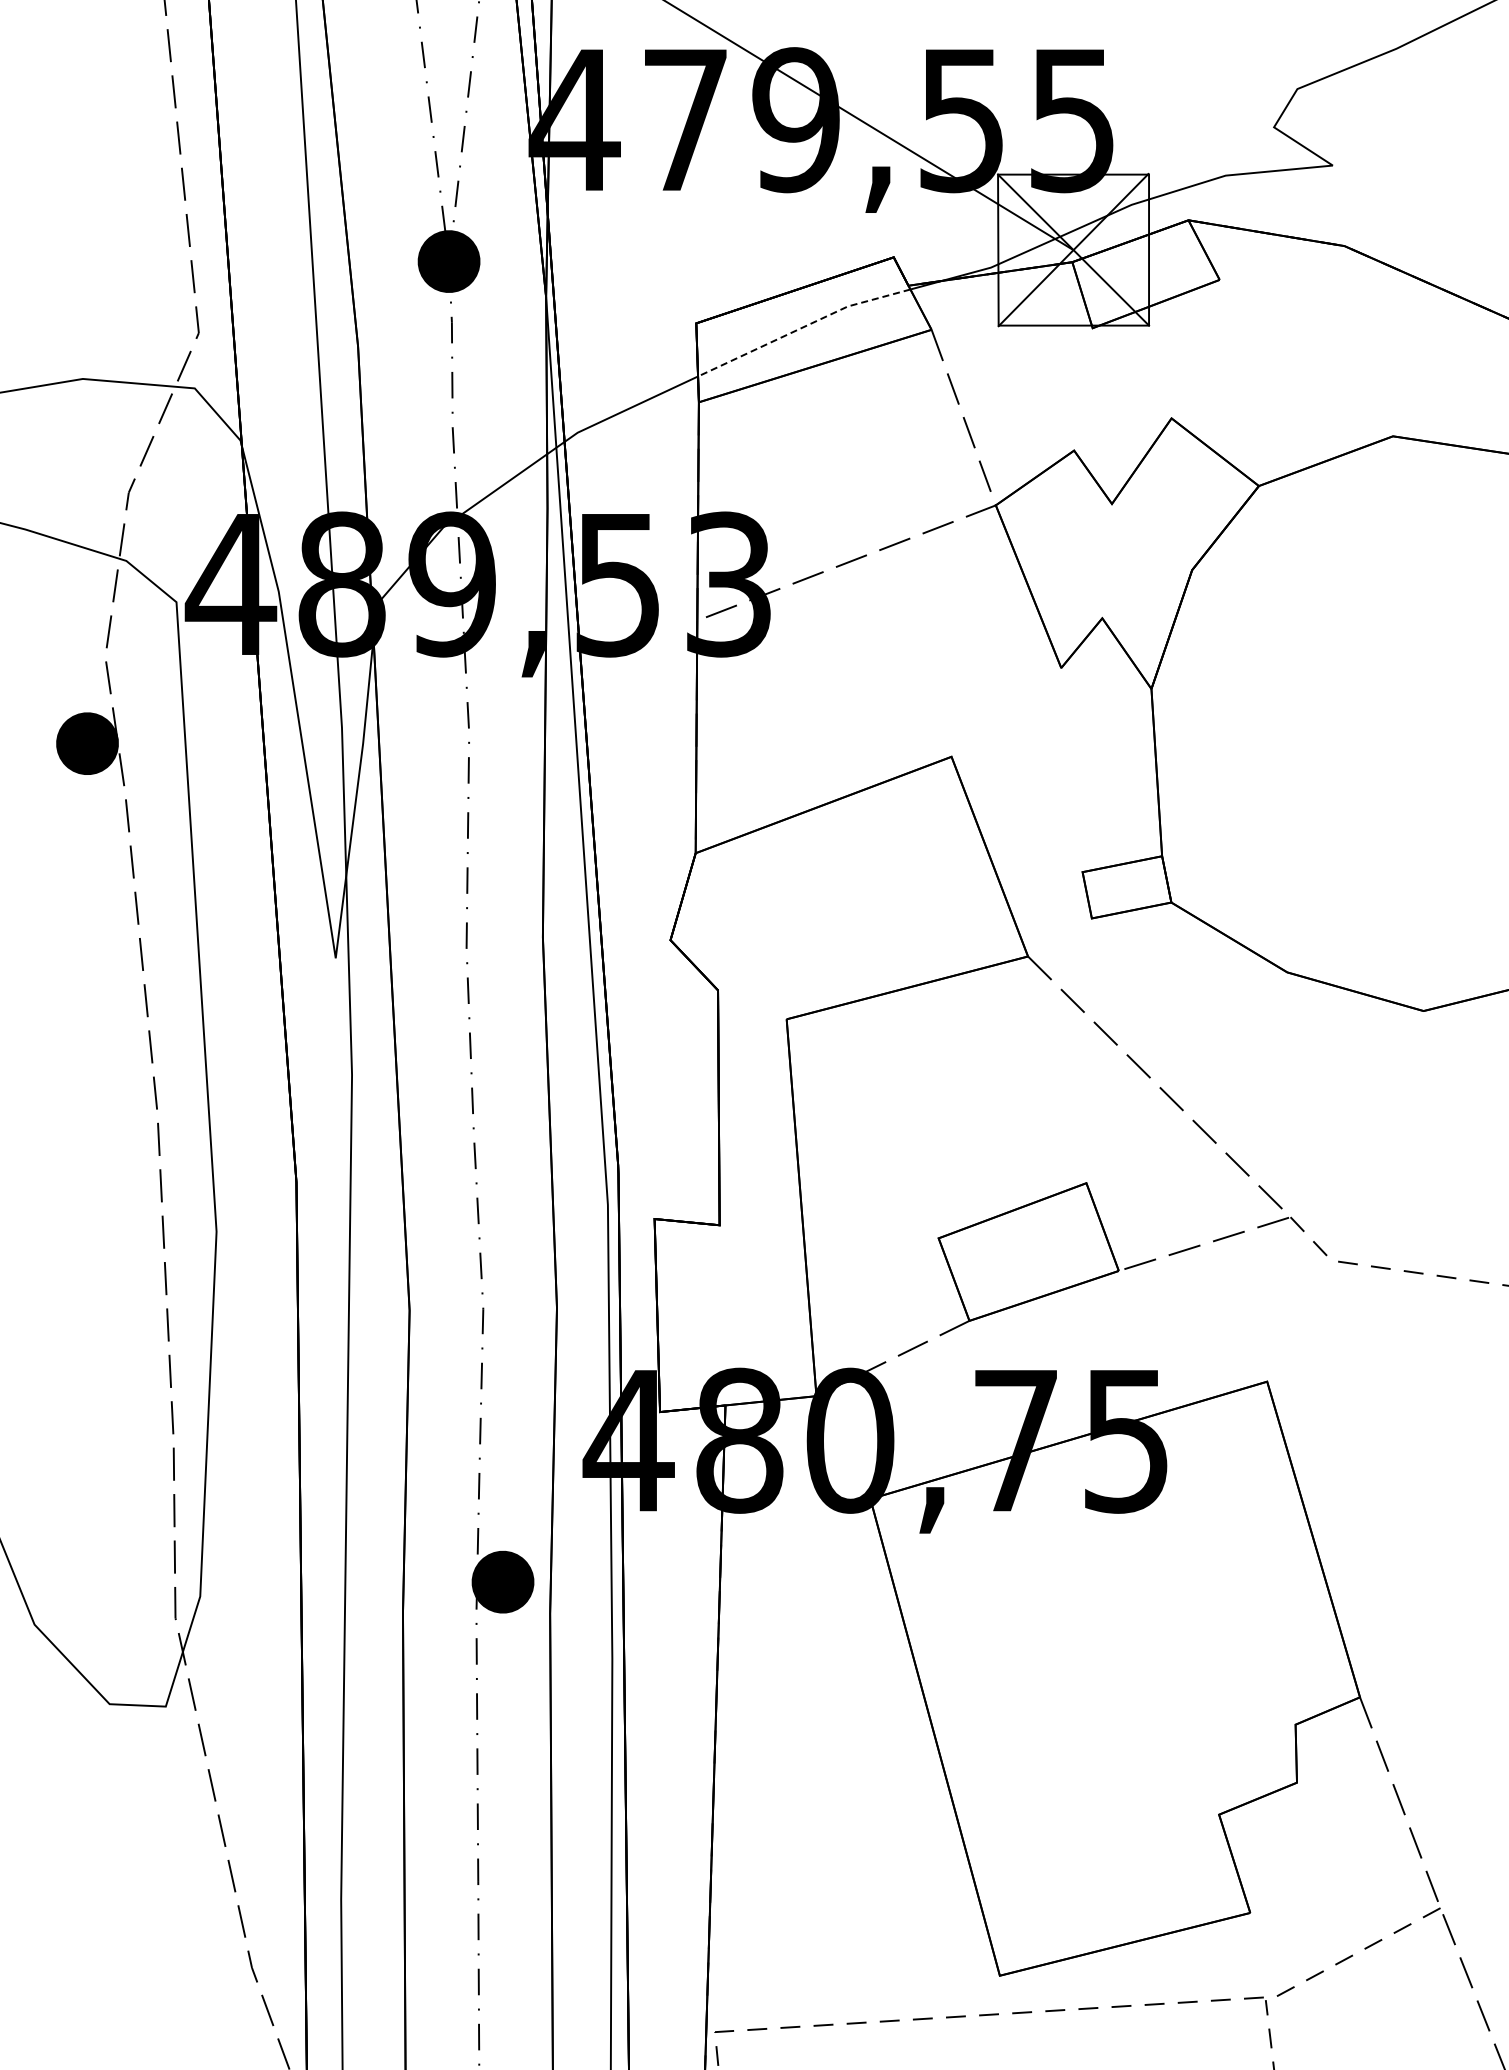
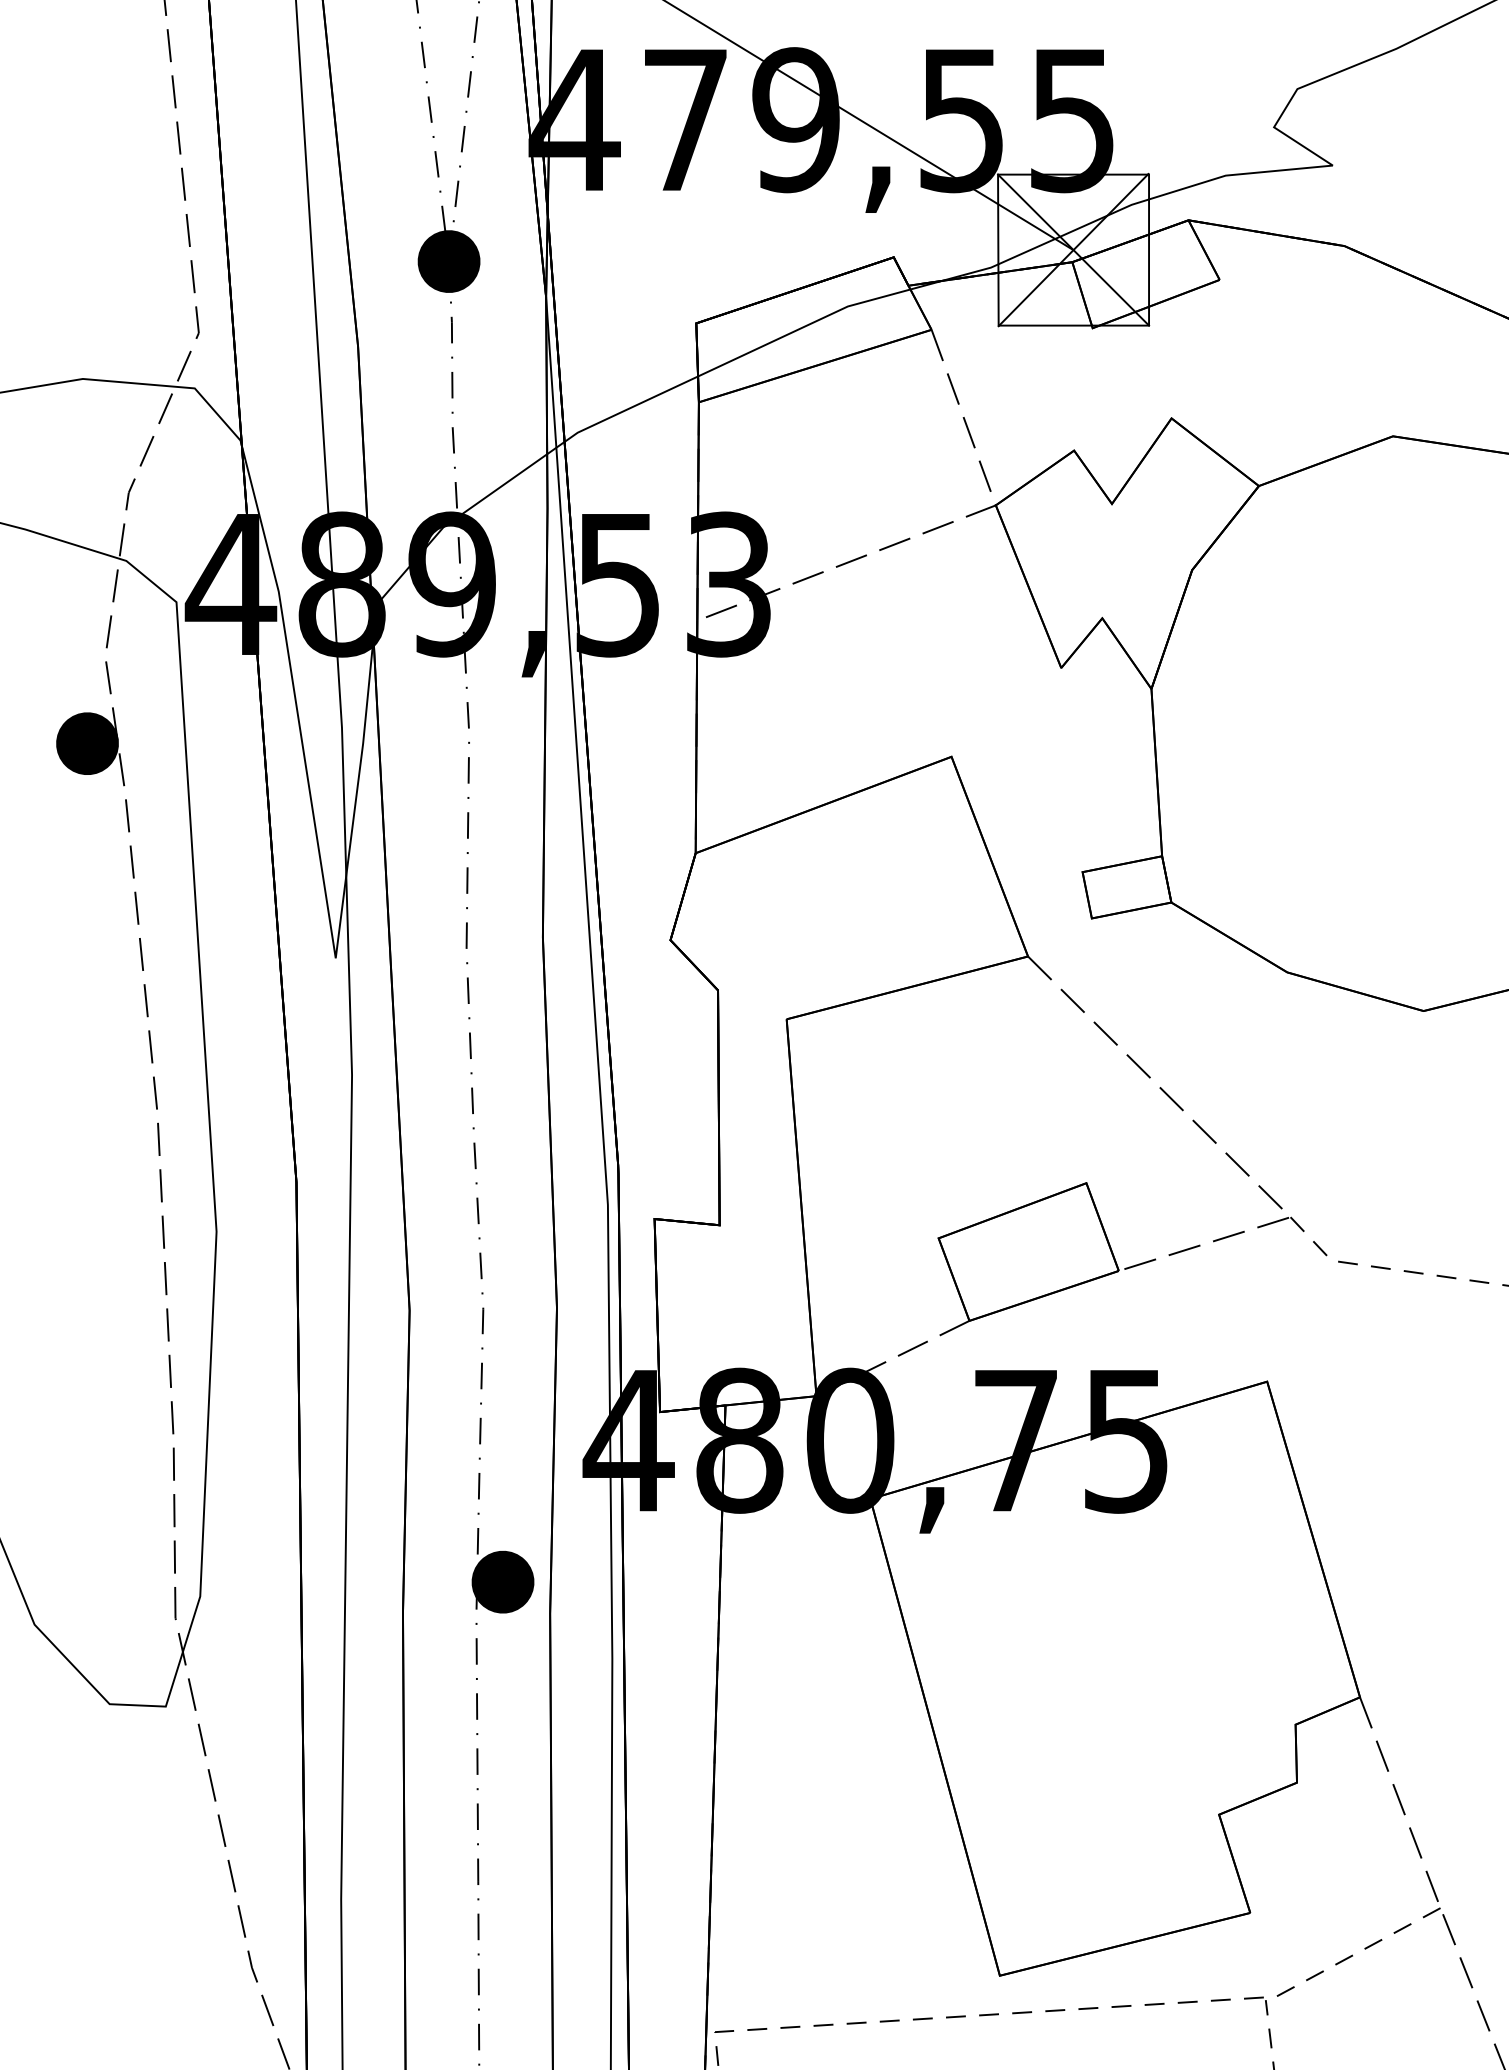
line at (802, 327): dashed -> solid
